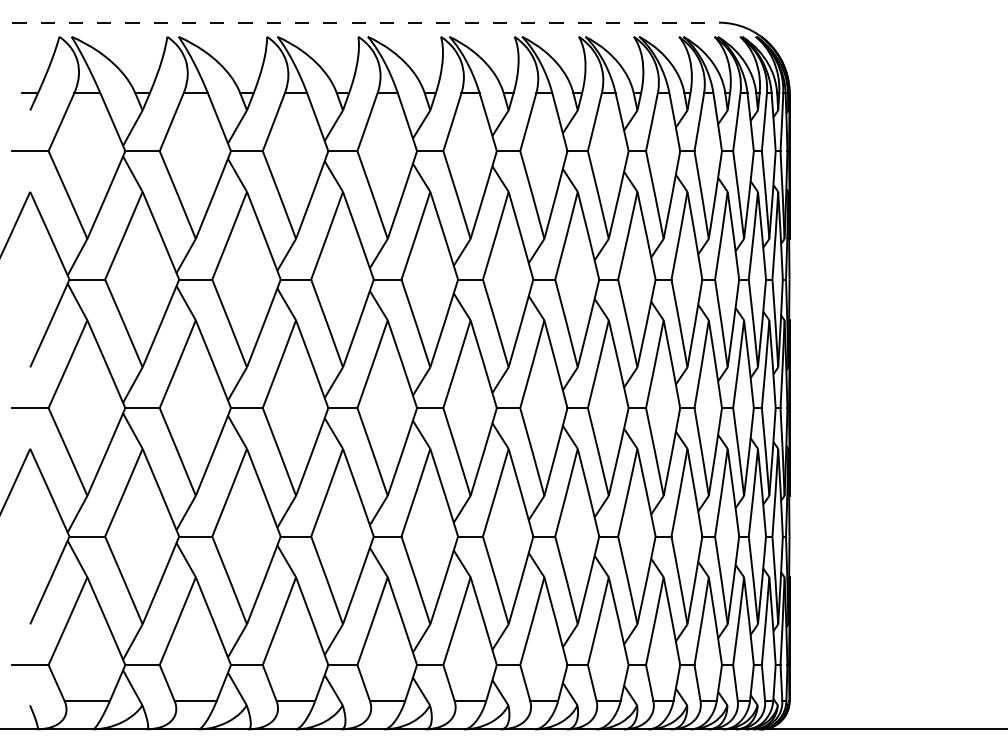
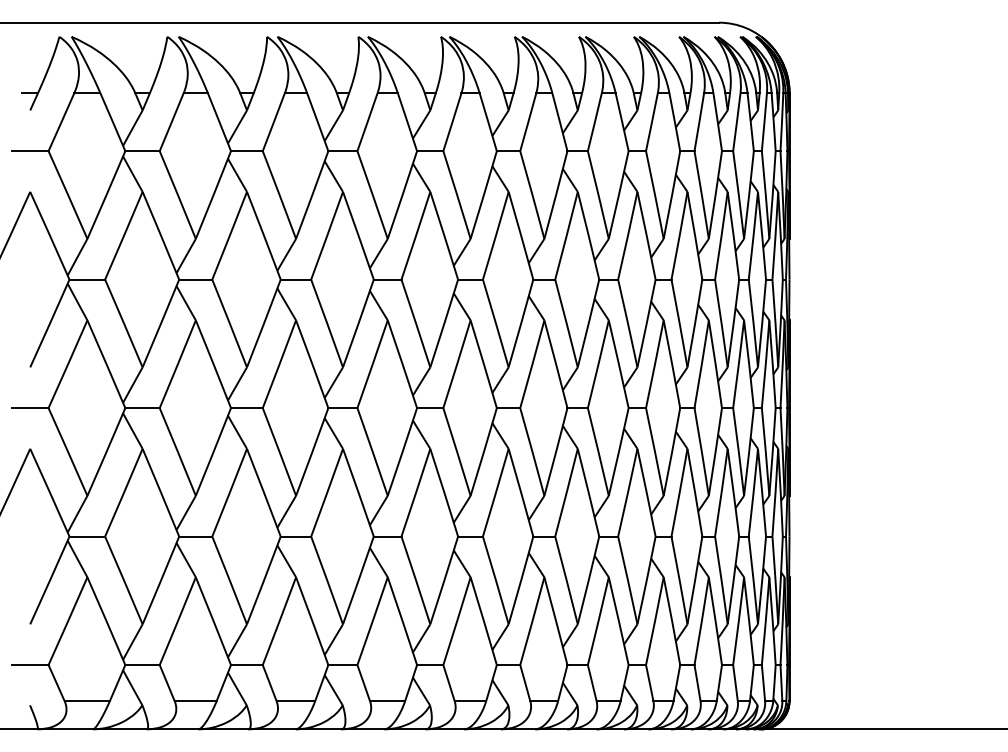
line at (360, 22): dashed -> solid
